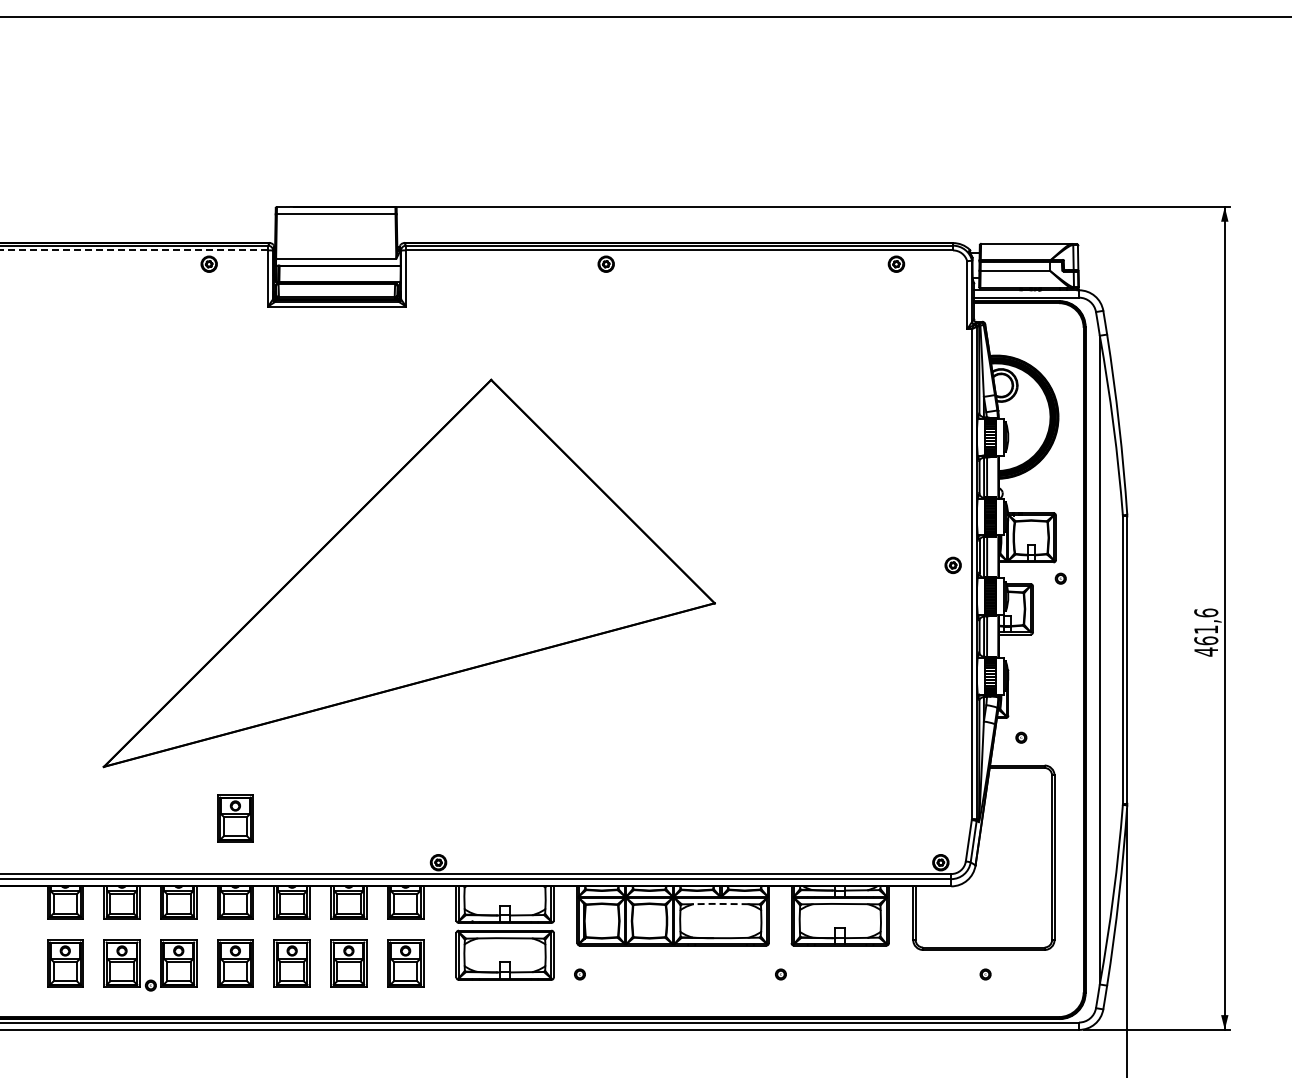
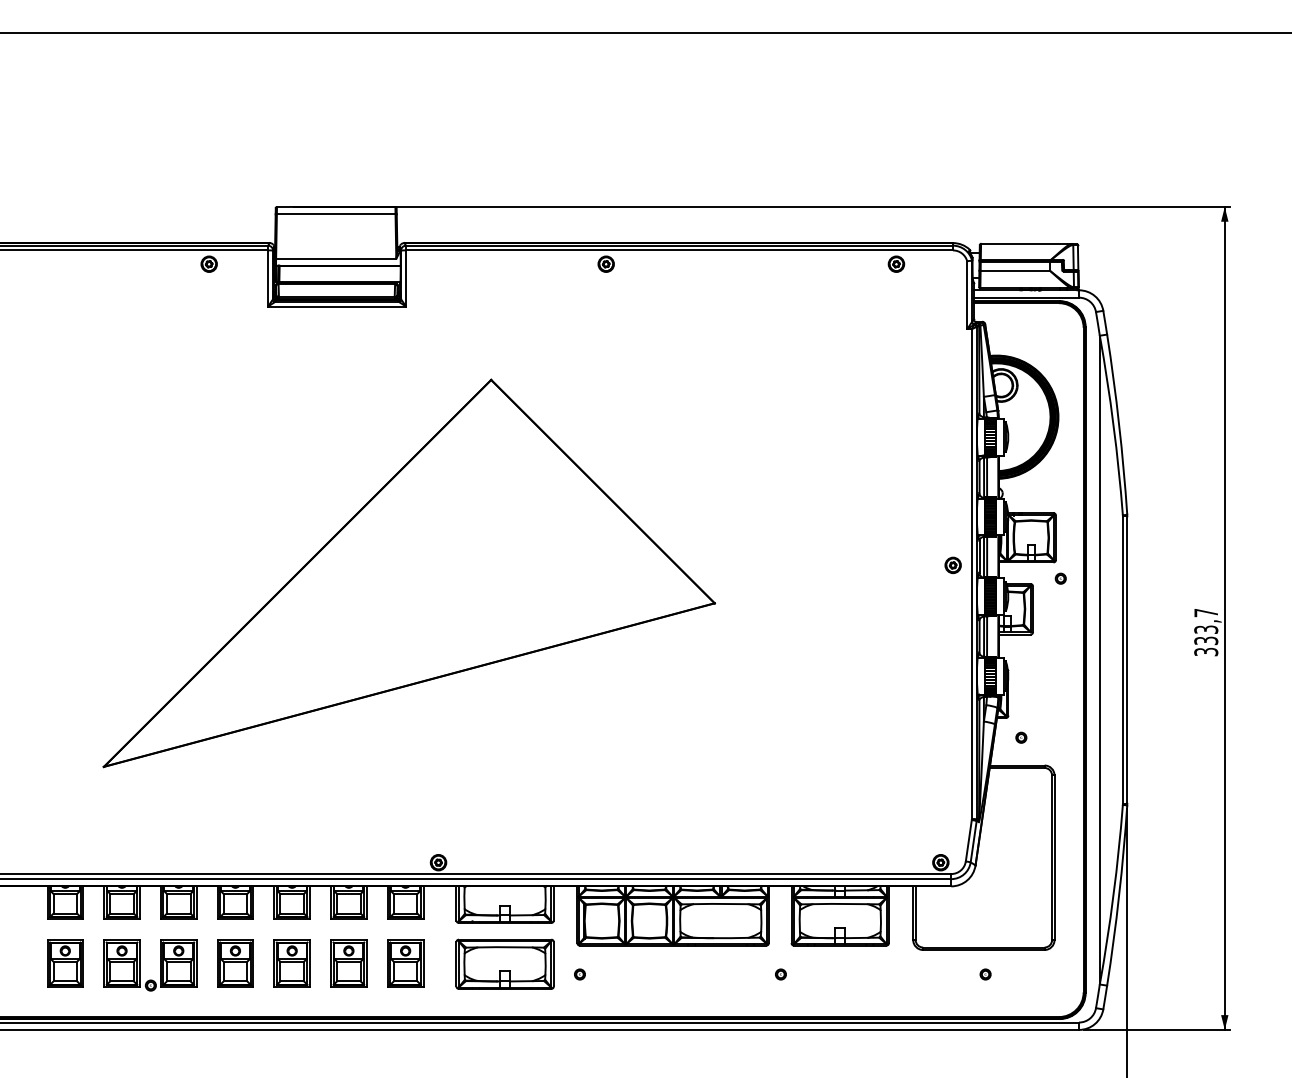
line at (645, 16) position: (645, 16) -> (645, 32)
line at (134, 250): dashed -> solid
text at (1206, 632): 461,6 -> 333,7
part at (235, 818): present -> none
line at (719, 903): dashed -> solid
part at (504, 954) position: (504, 954) -> (504, 963)
